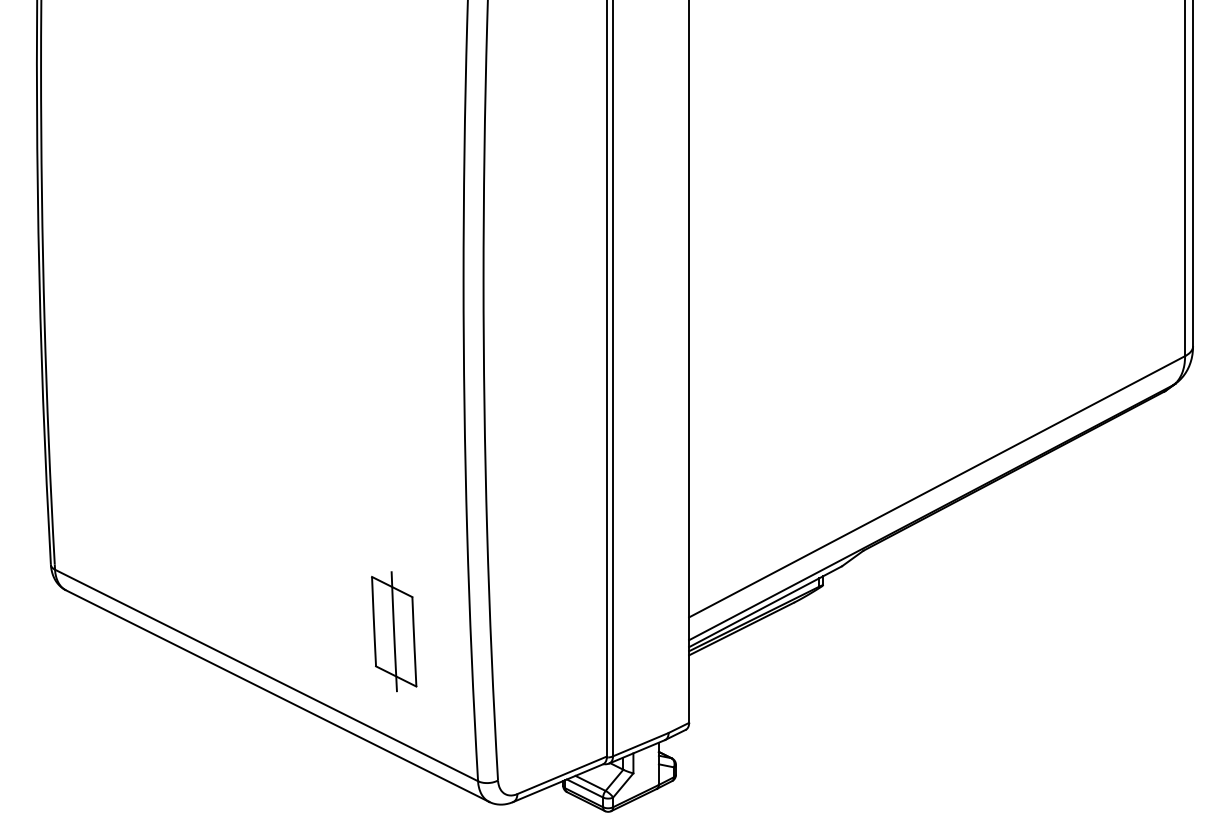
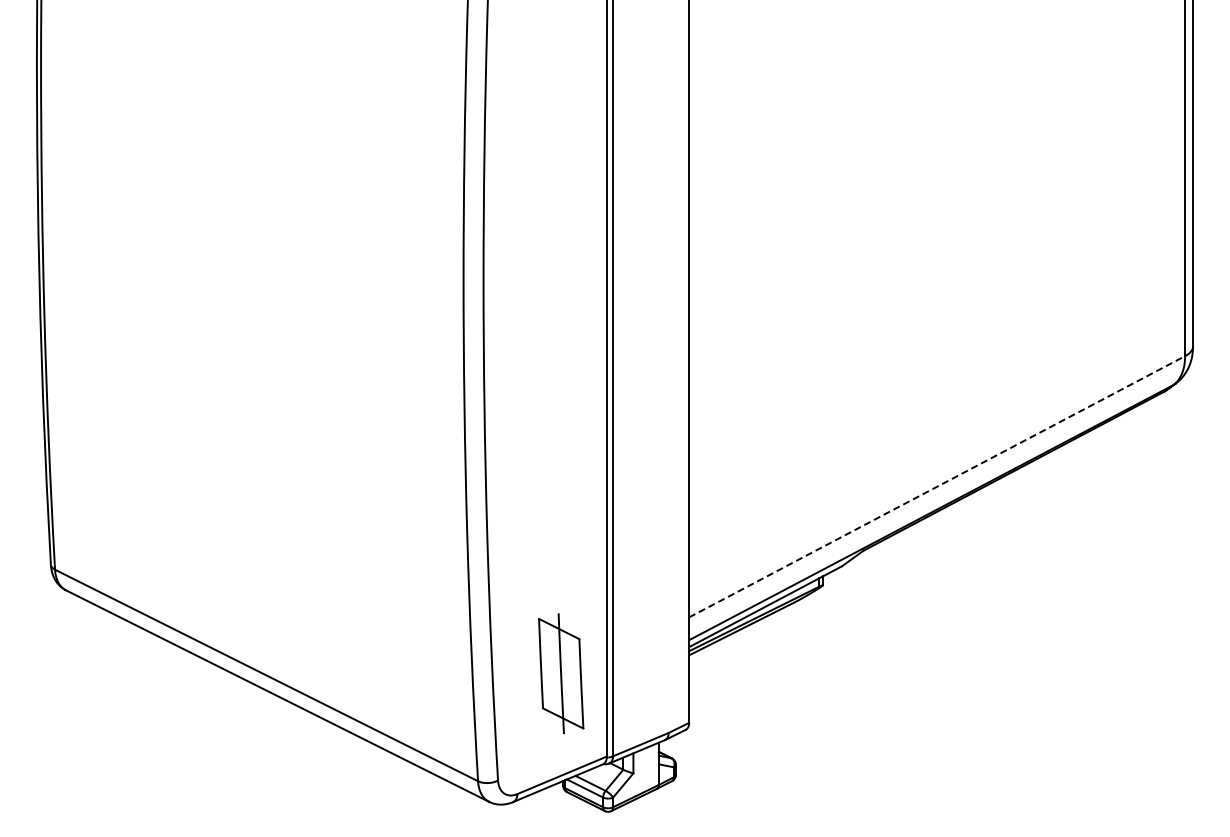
line at (937, 486): solid -> dashed
part at (394, 631) position: (394, 631) -> (561, 673)
